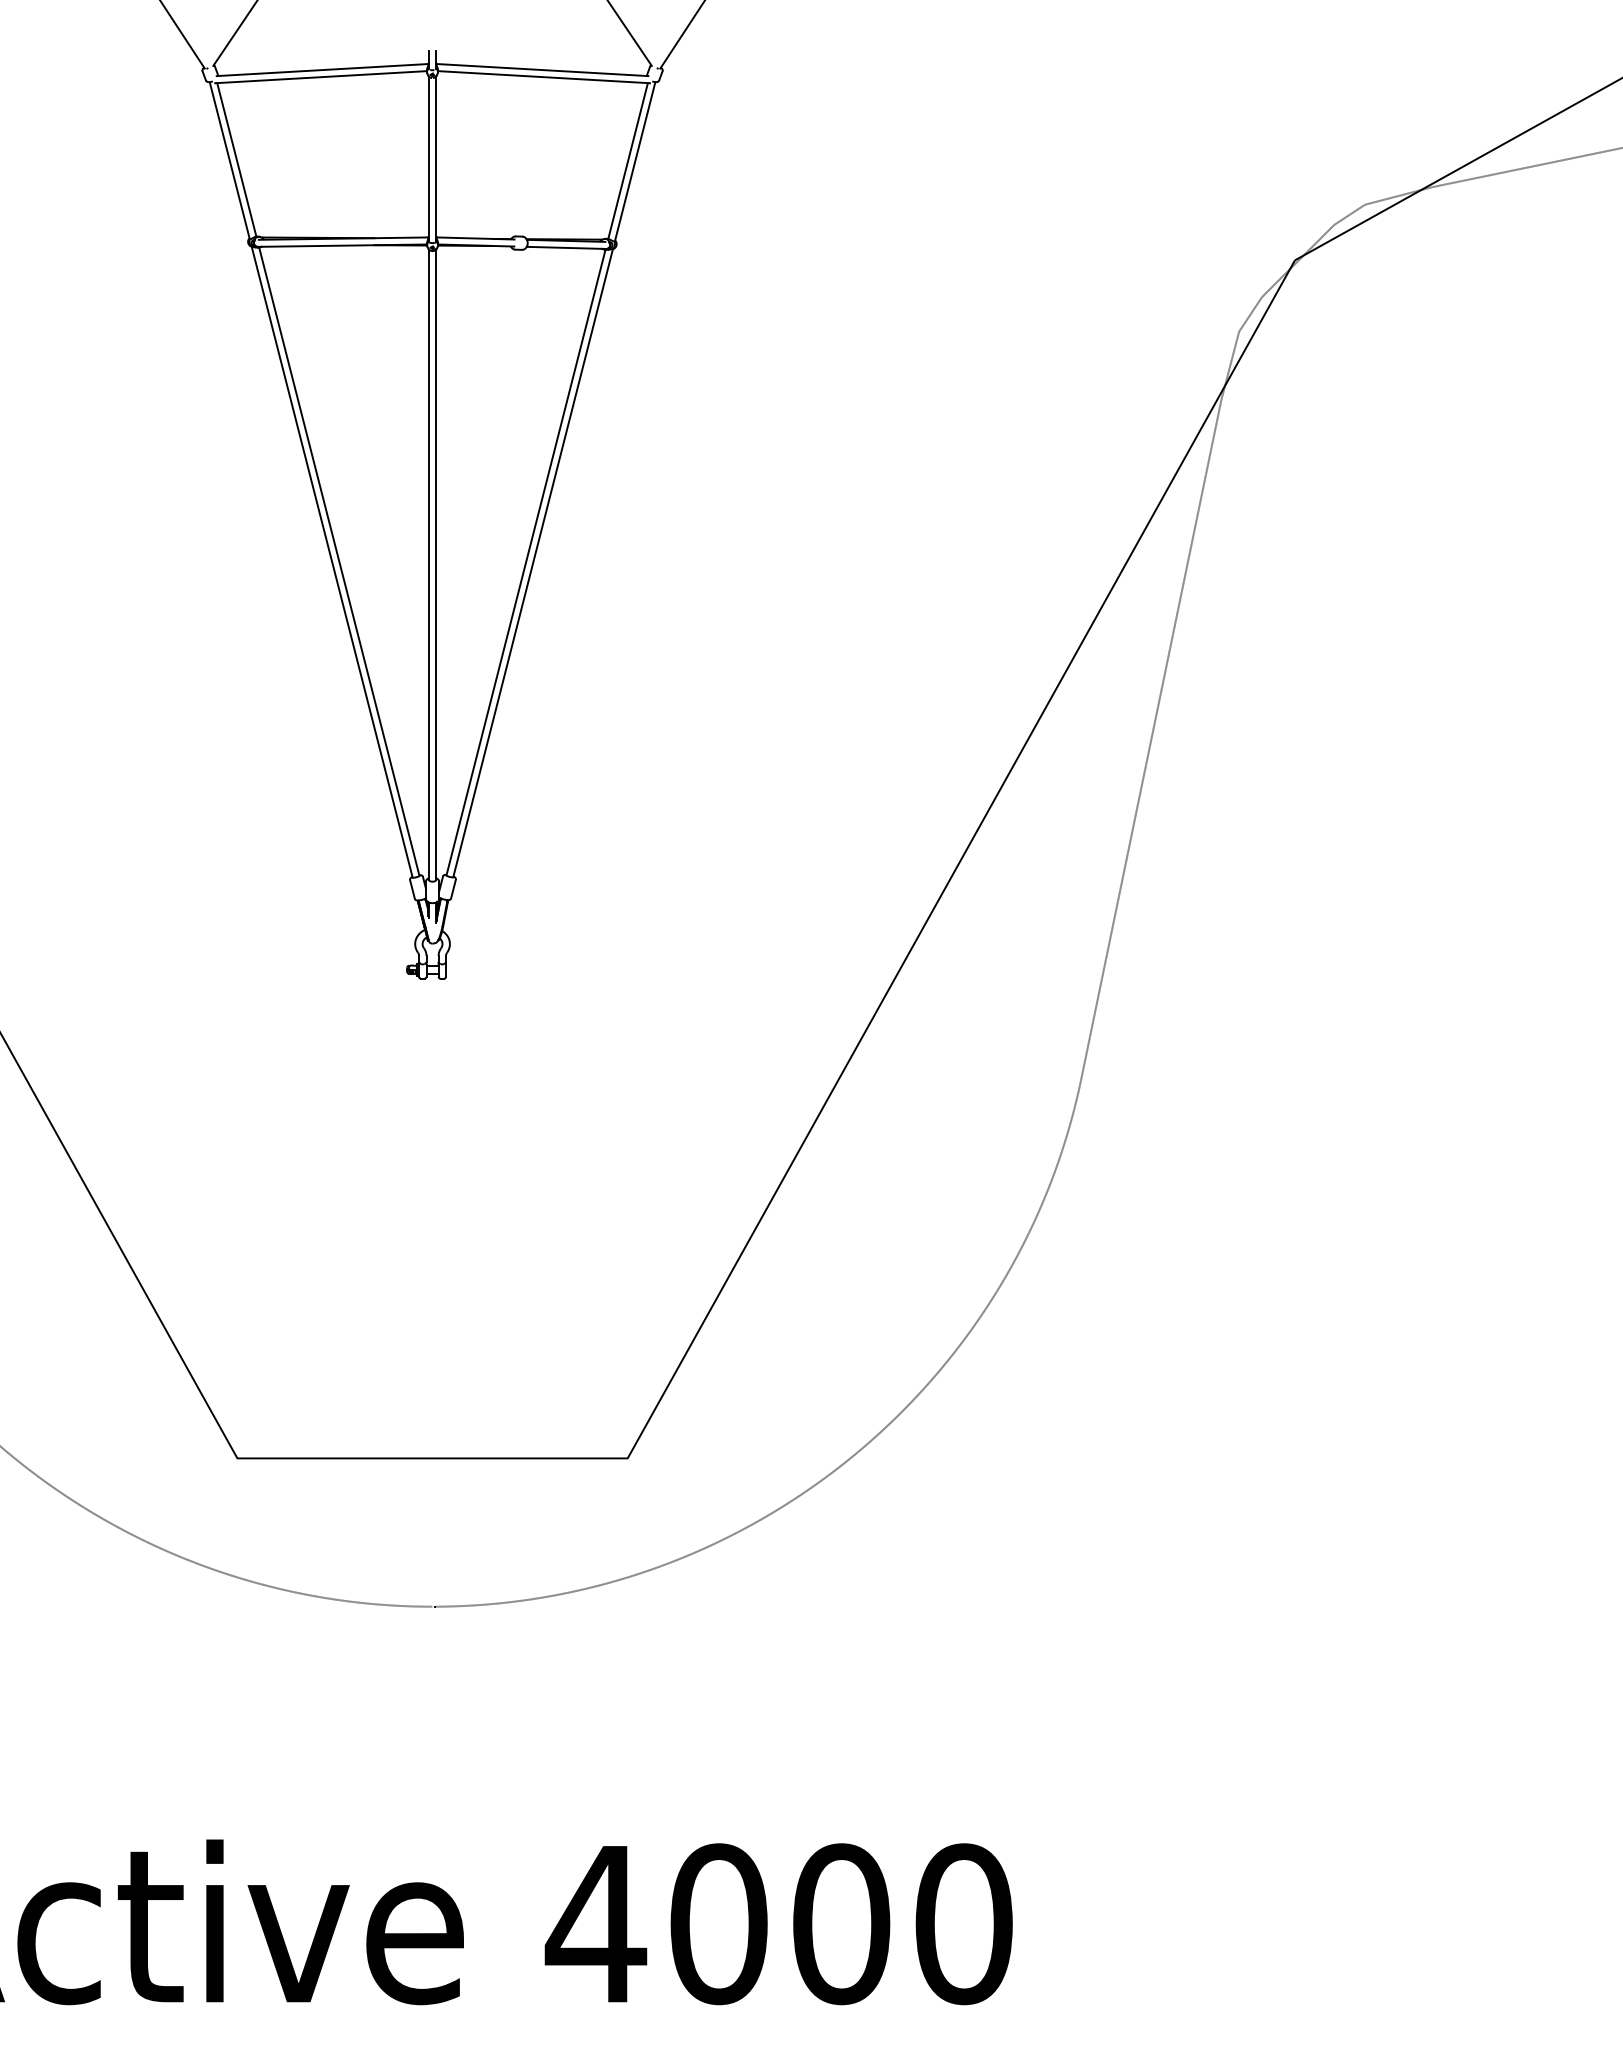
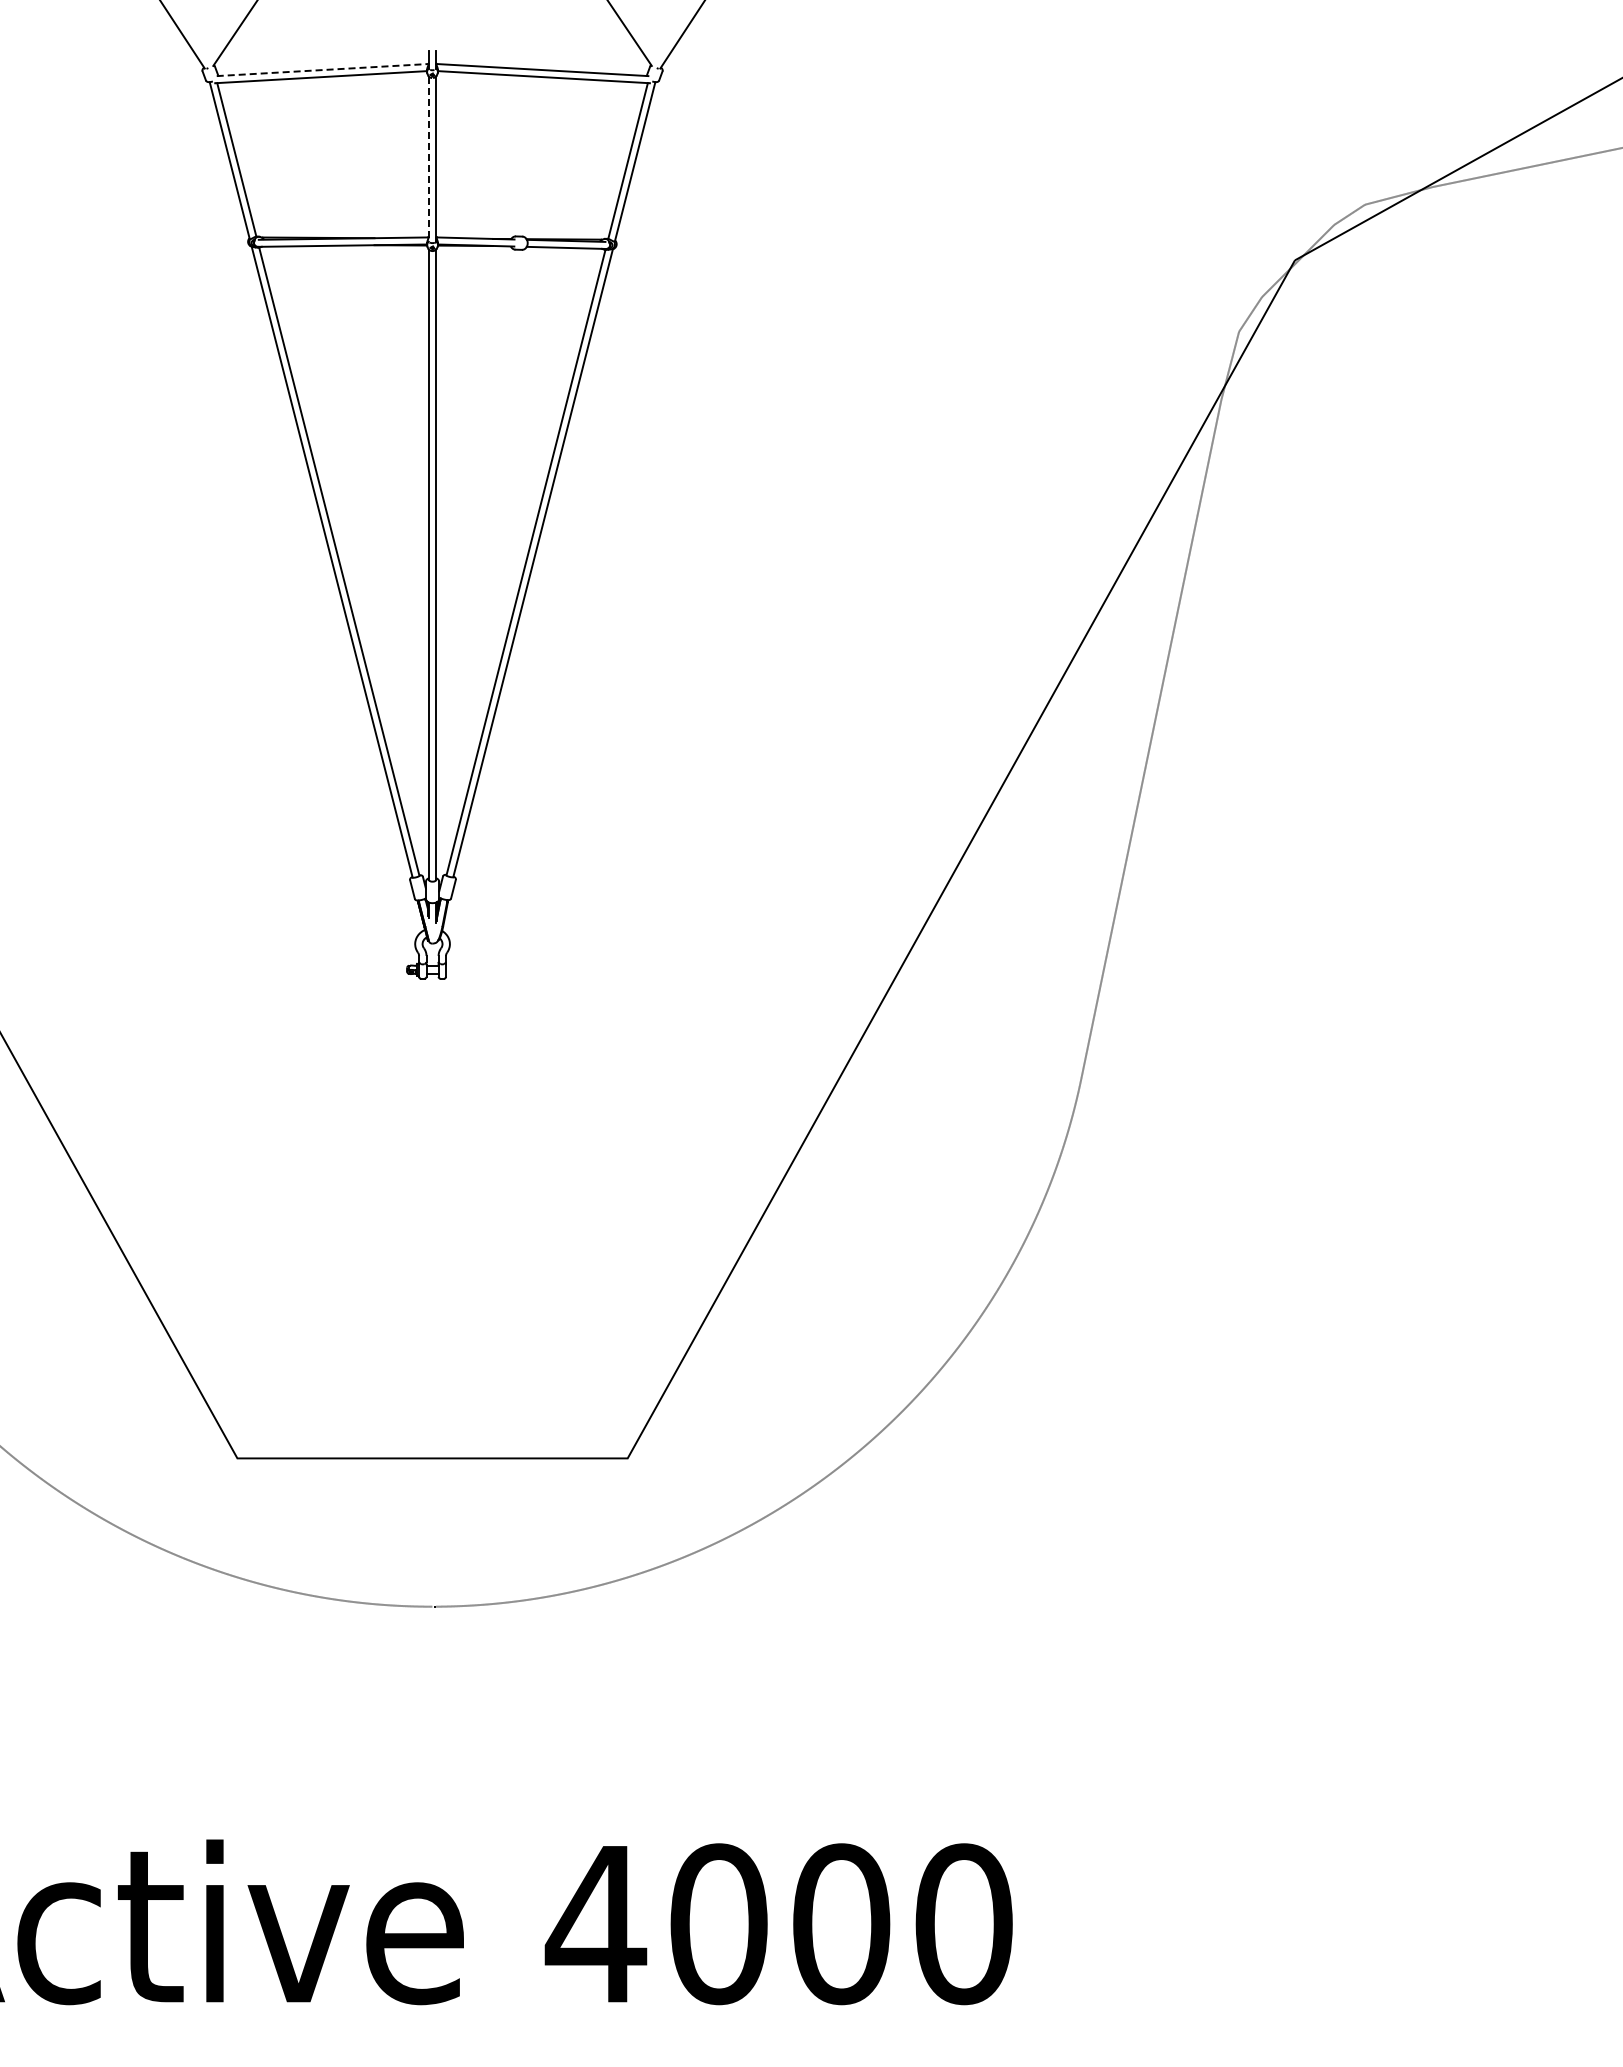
line at (322, 70): solid -> dashed
line at (429, 159): solid -> dashed
